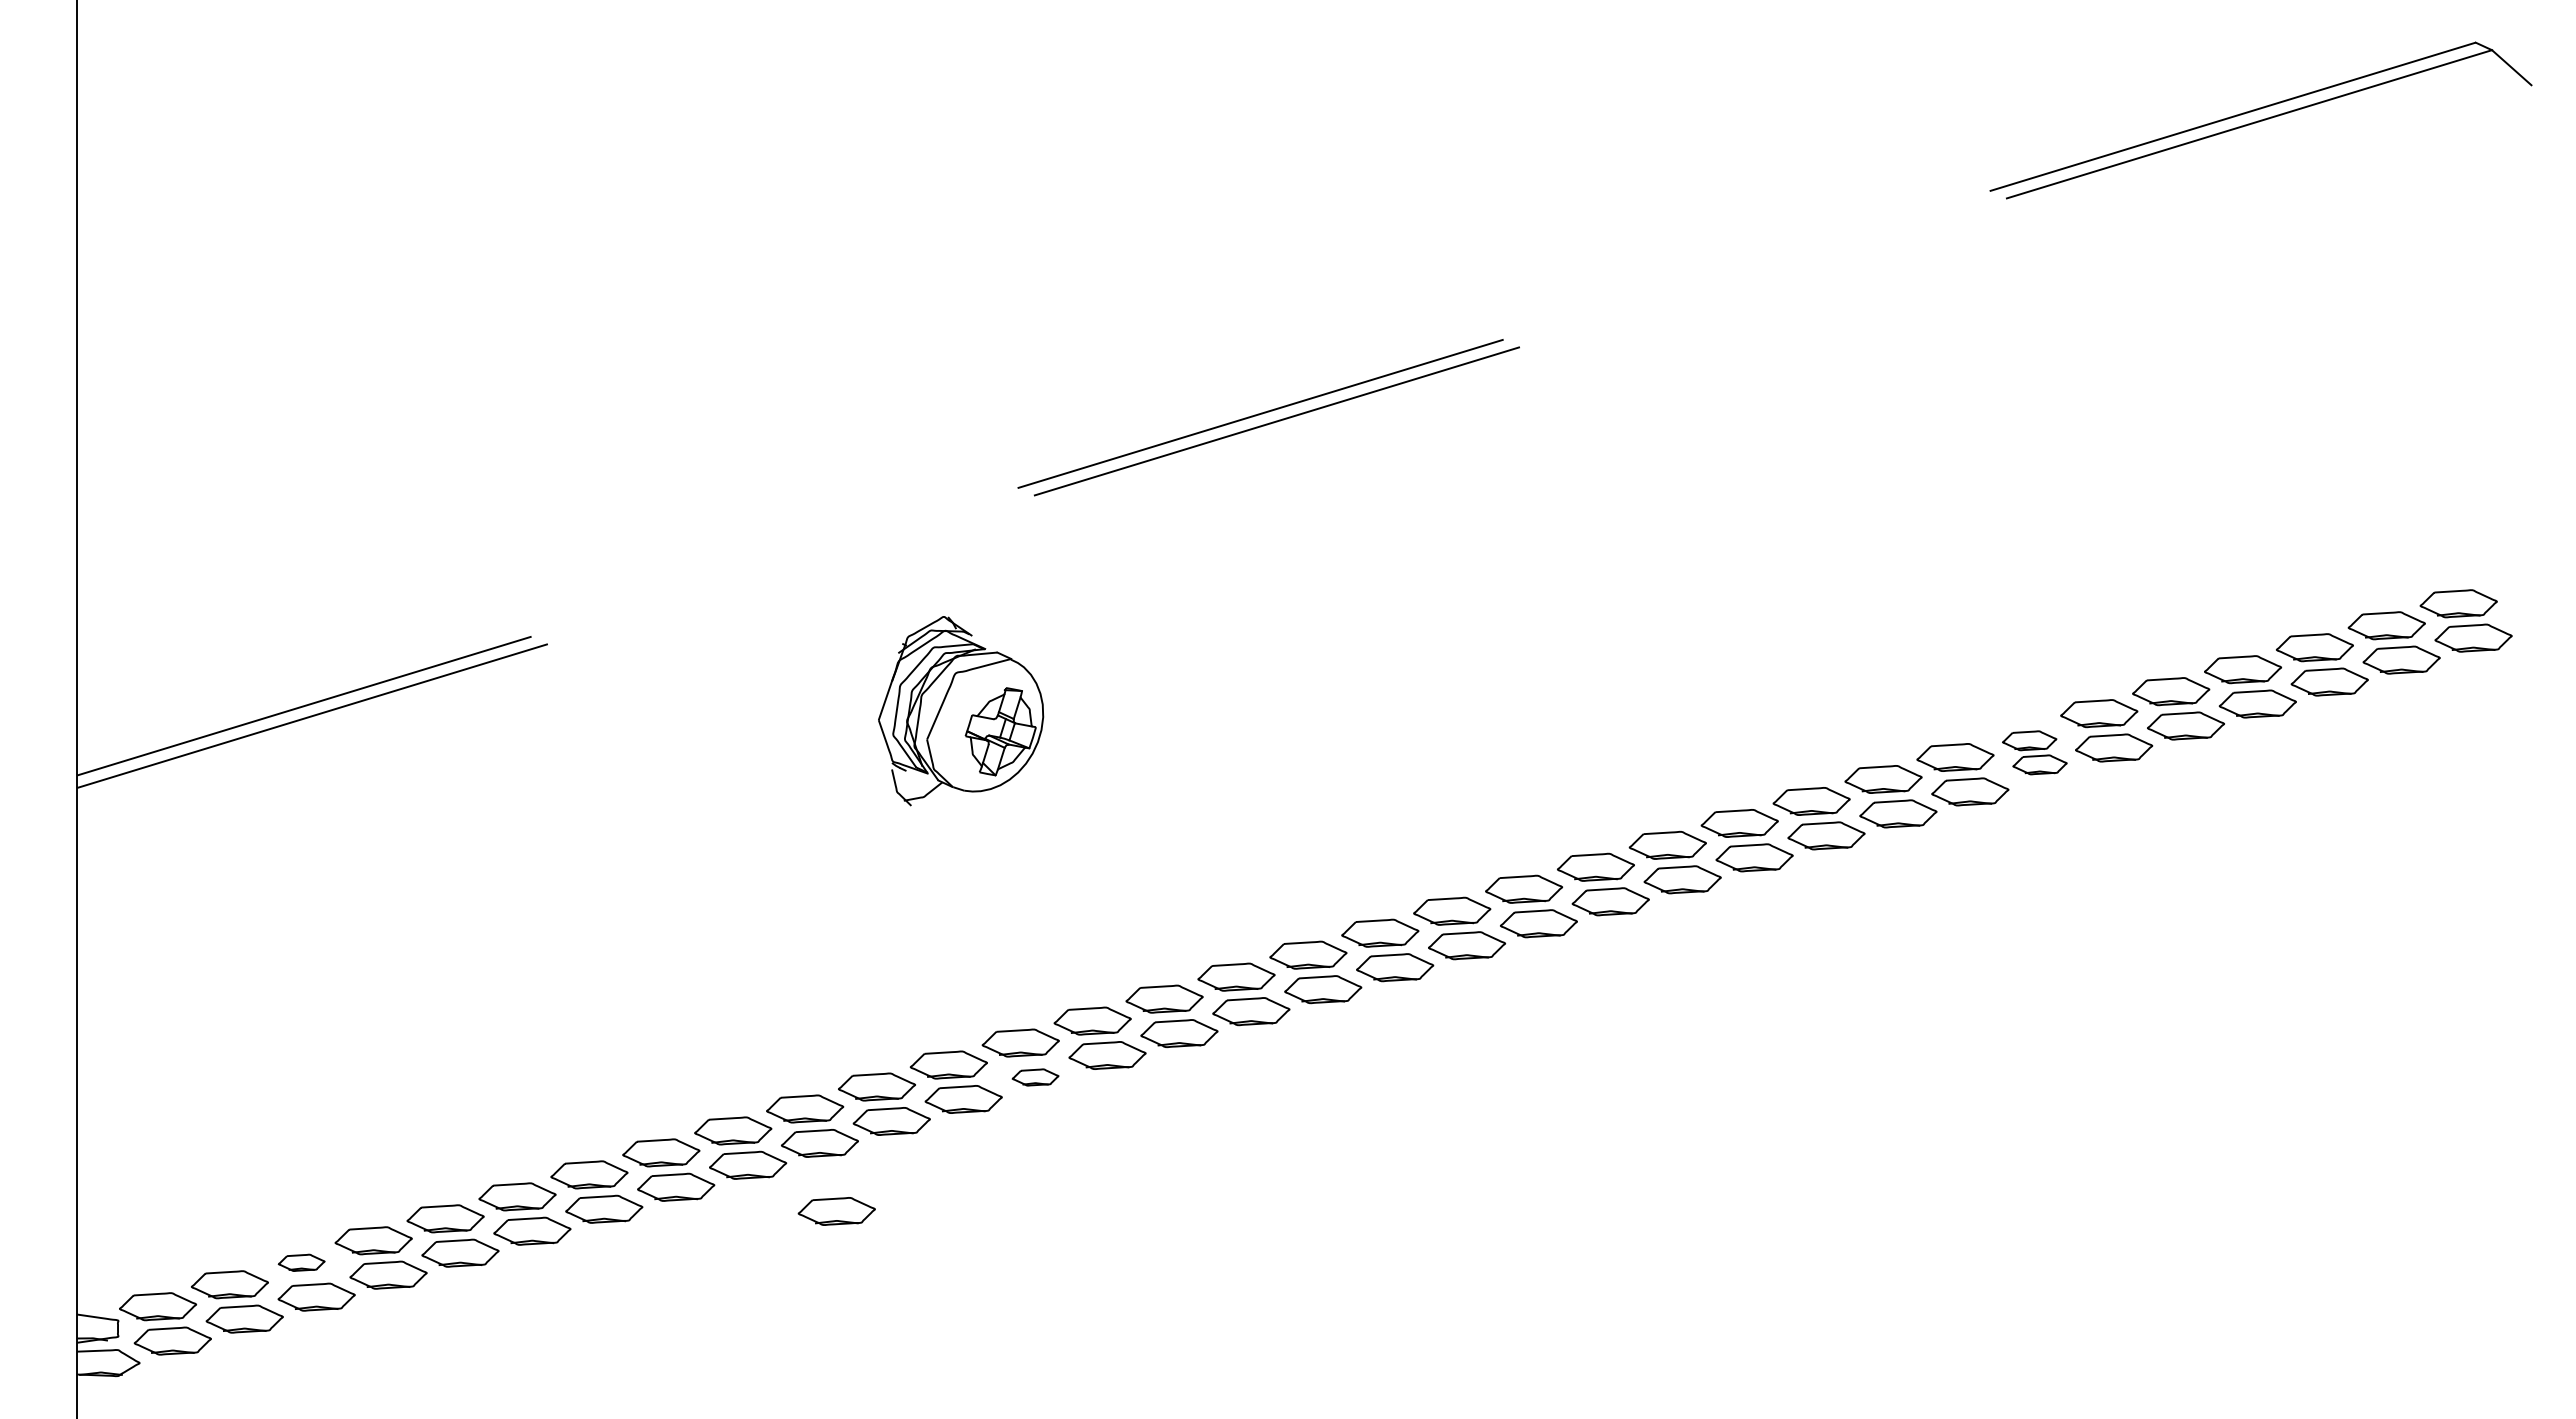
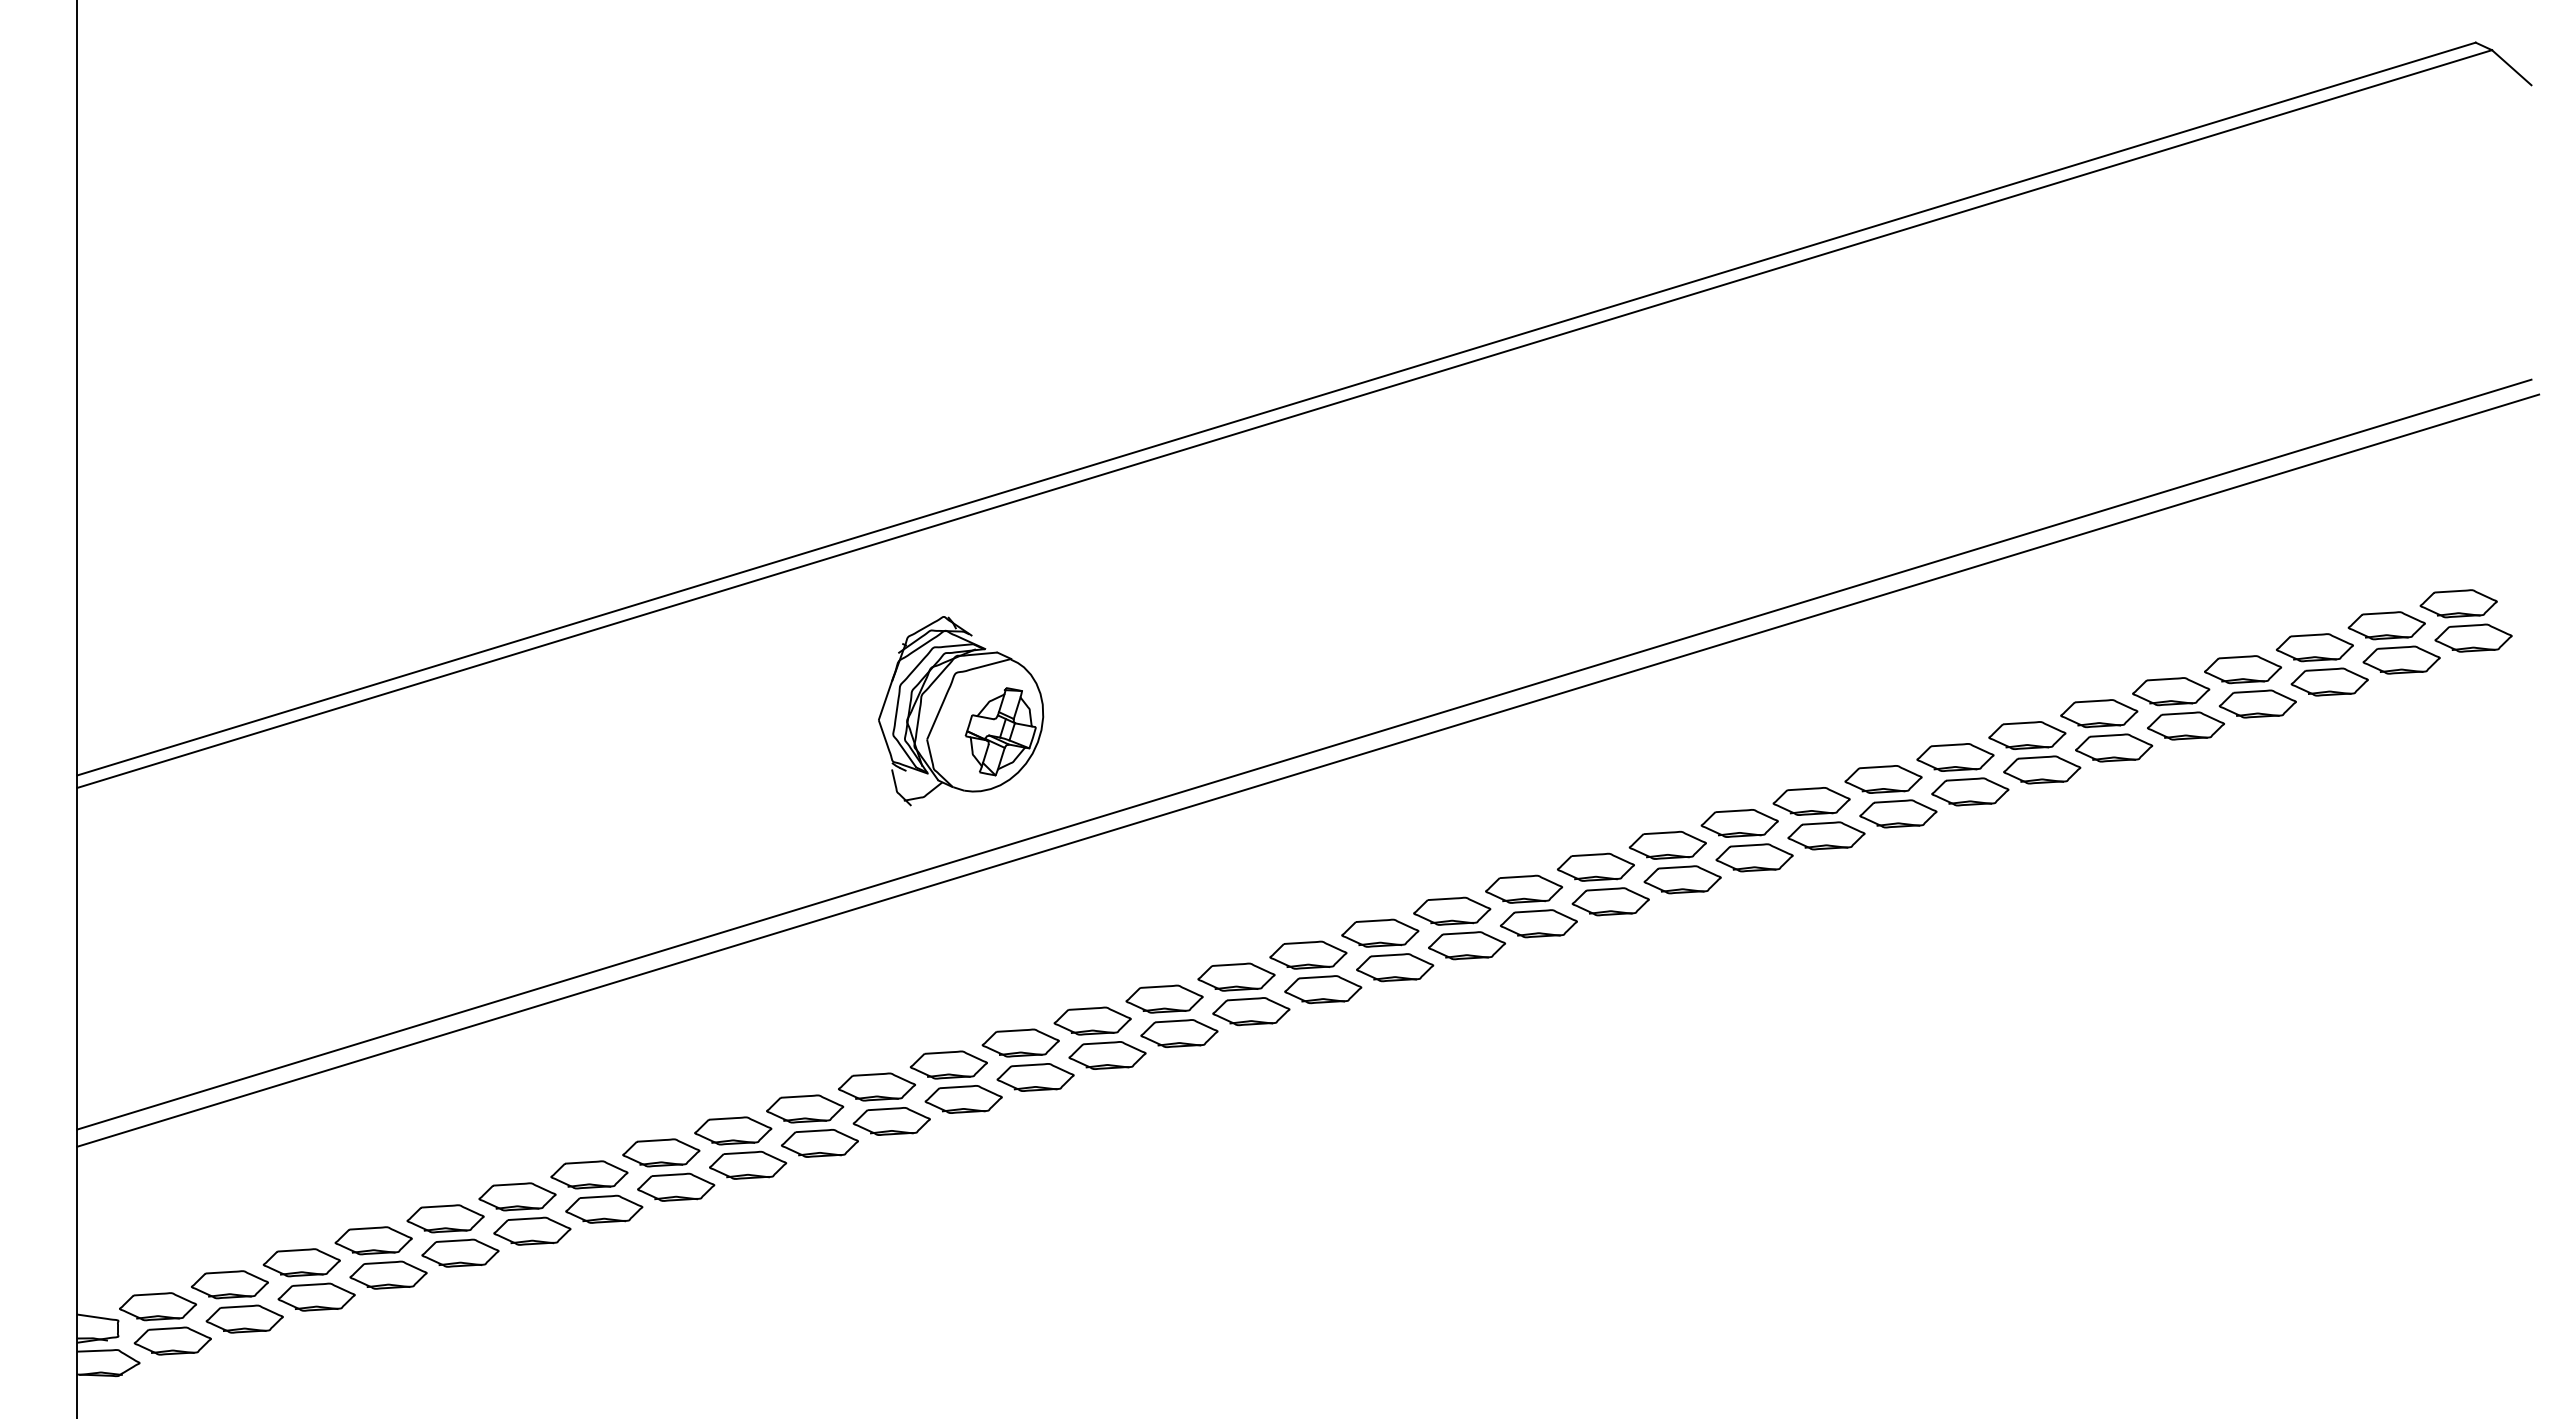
line at (1276, 409): dashed -> solid
line at (1284, 419): dashed -> solid
part at (2034, 752) size: 66x46 px -> 94x64 px
line at (1304, 754): none -> present
line at (1308, 770): none -> present
part at (1035, 1077) size: 49x19 px -> 79x29 px
part at (836, 1211): present -> none
part at (301, 1262) size: 49x19 px -> 79x30 px
